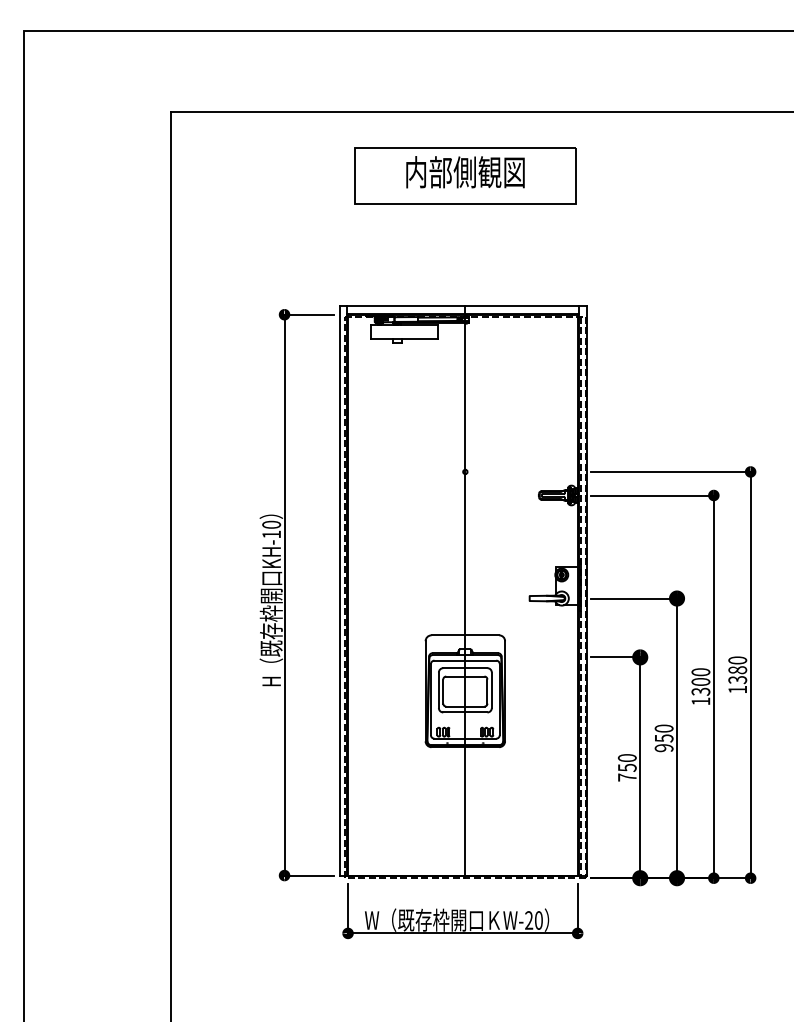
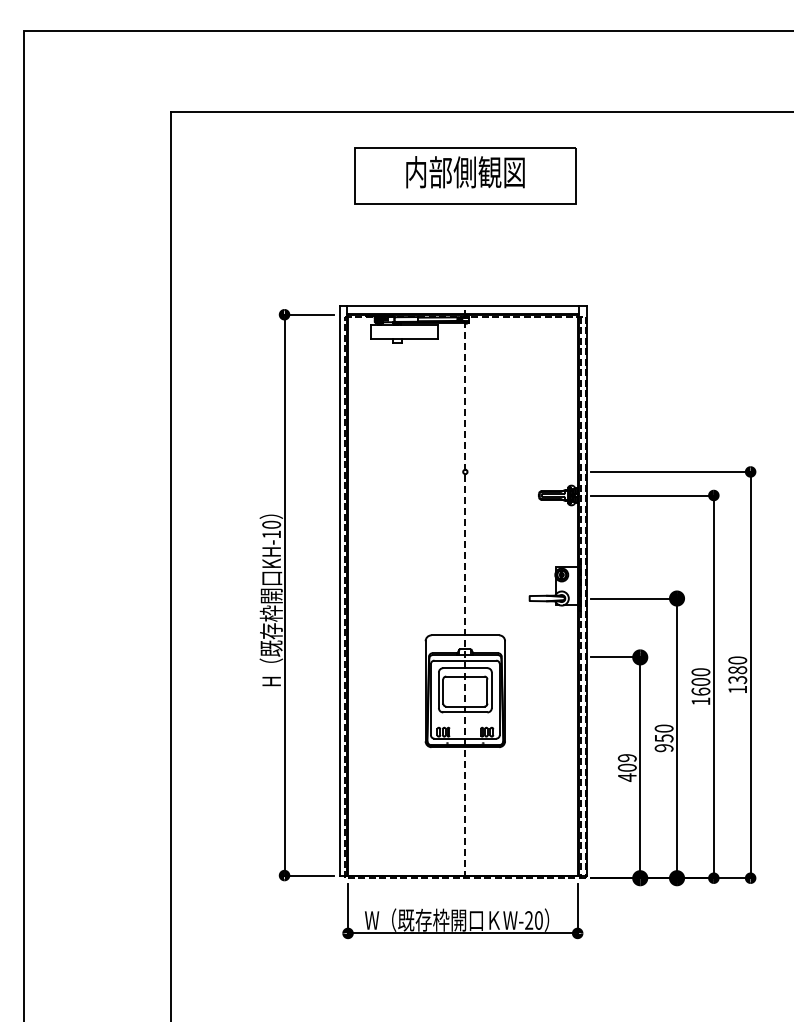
line at (465, 592): solid -> dashed
text at (700, 691): 1300 -> 1600
text at (626, 768): 750 -> 409
